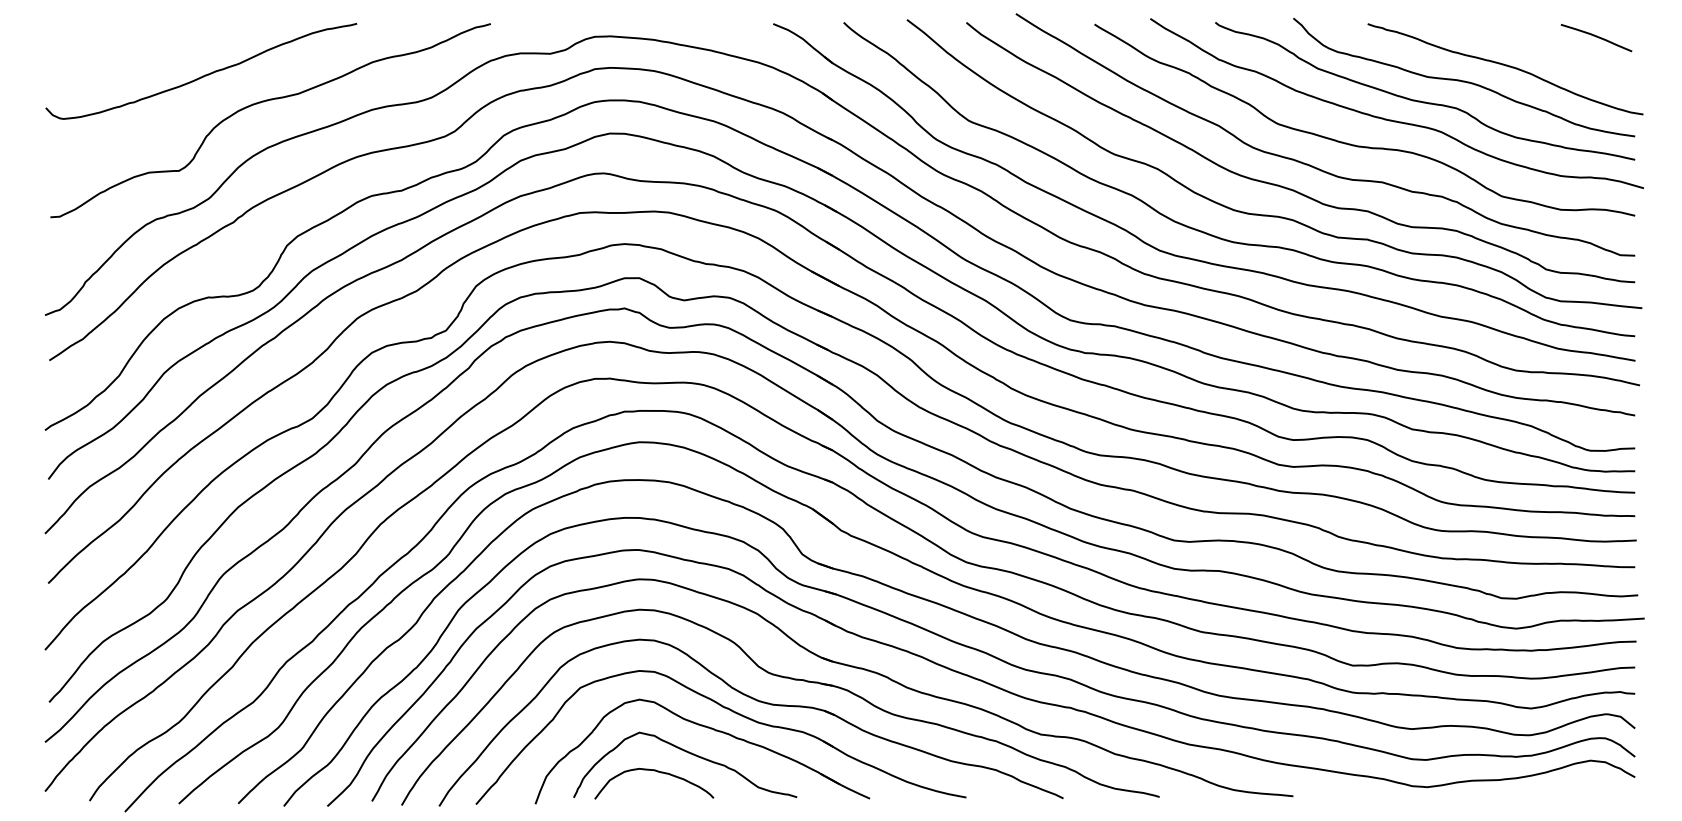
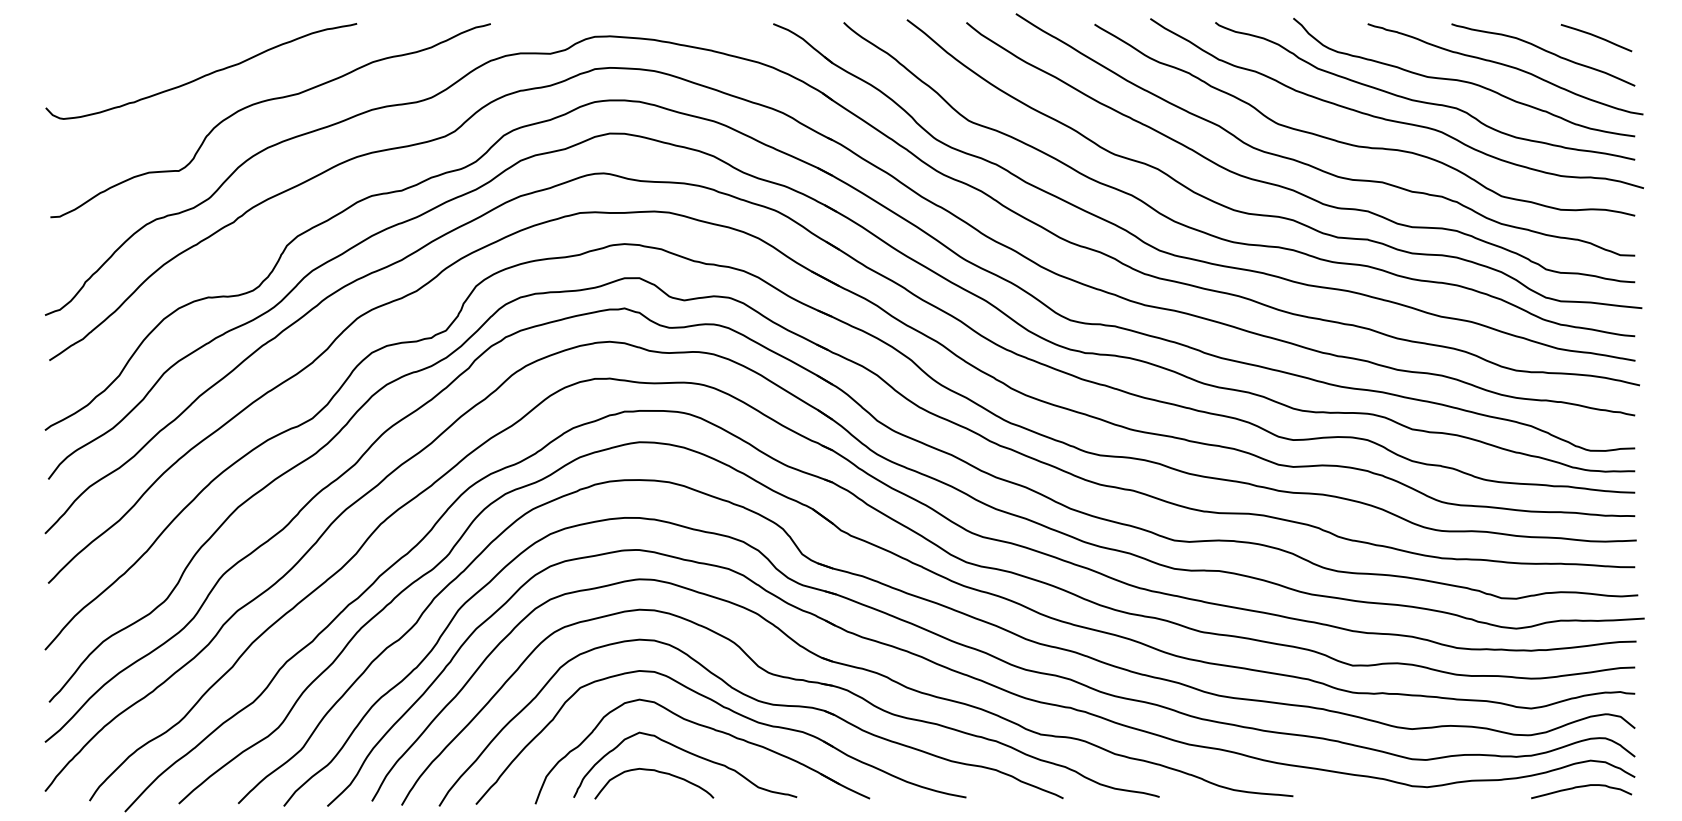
curve at (1544, 51): none -> present
curve at (1581, 787): none -> present
